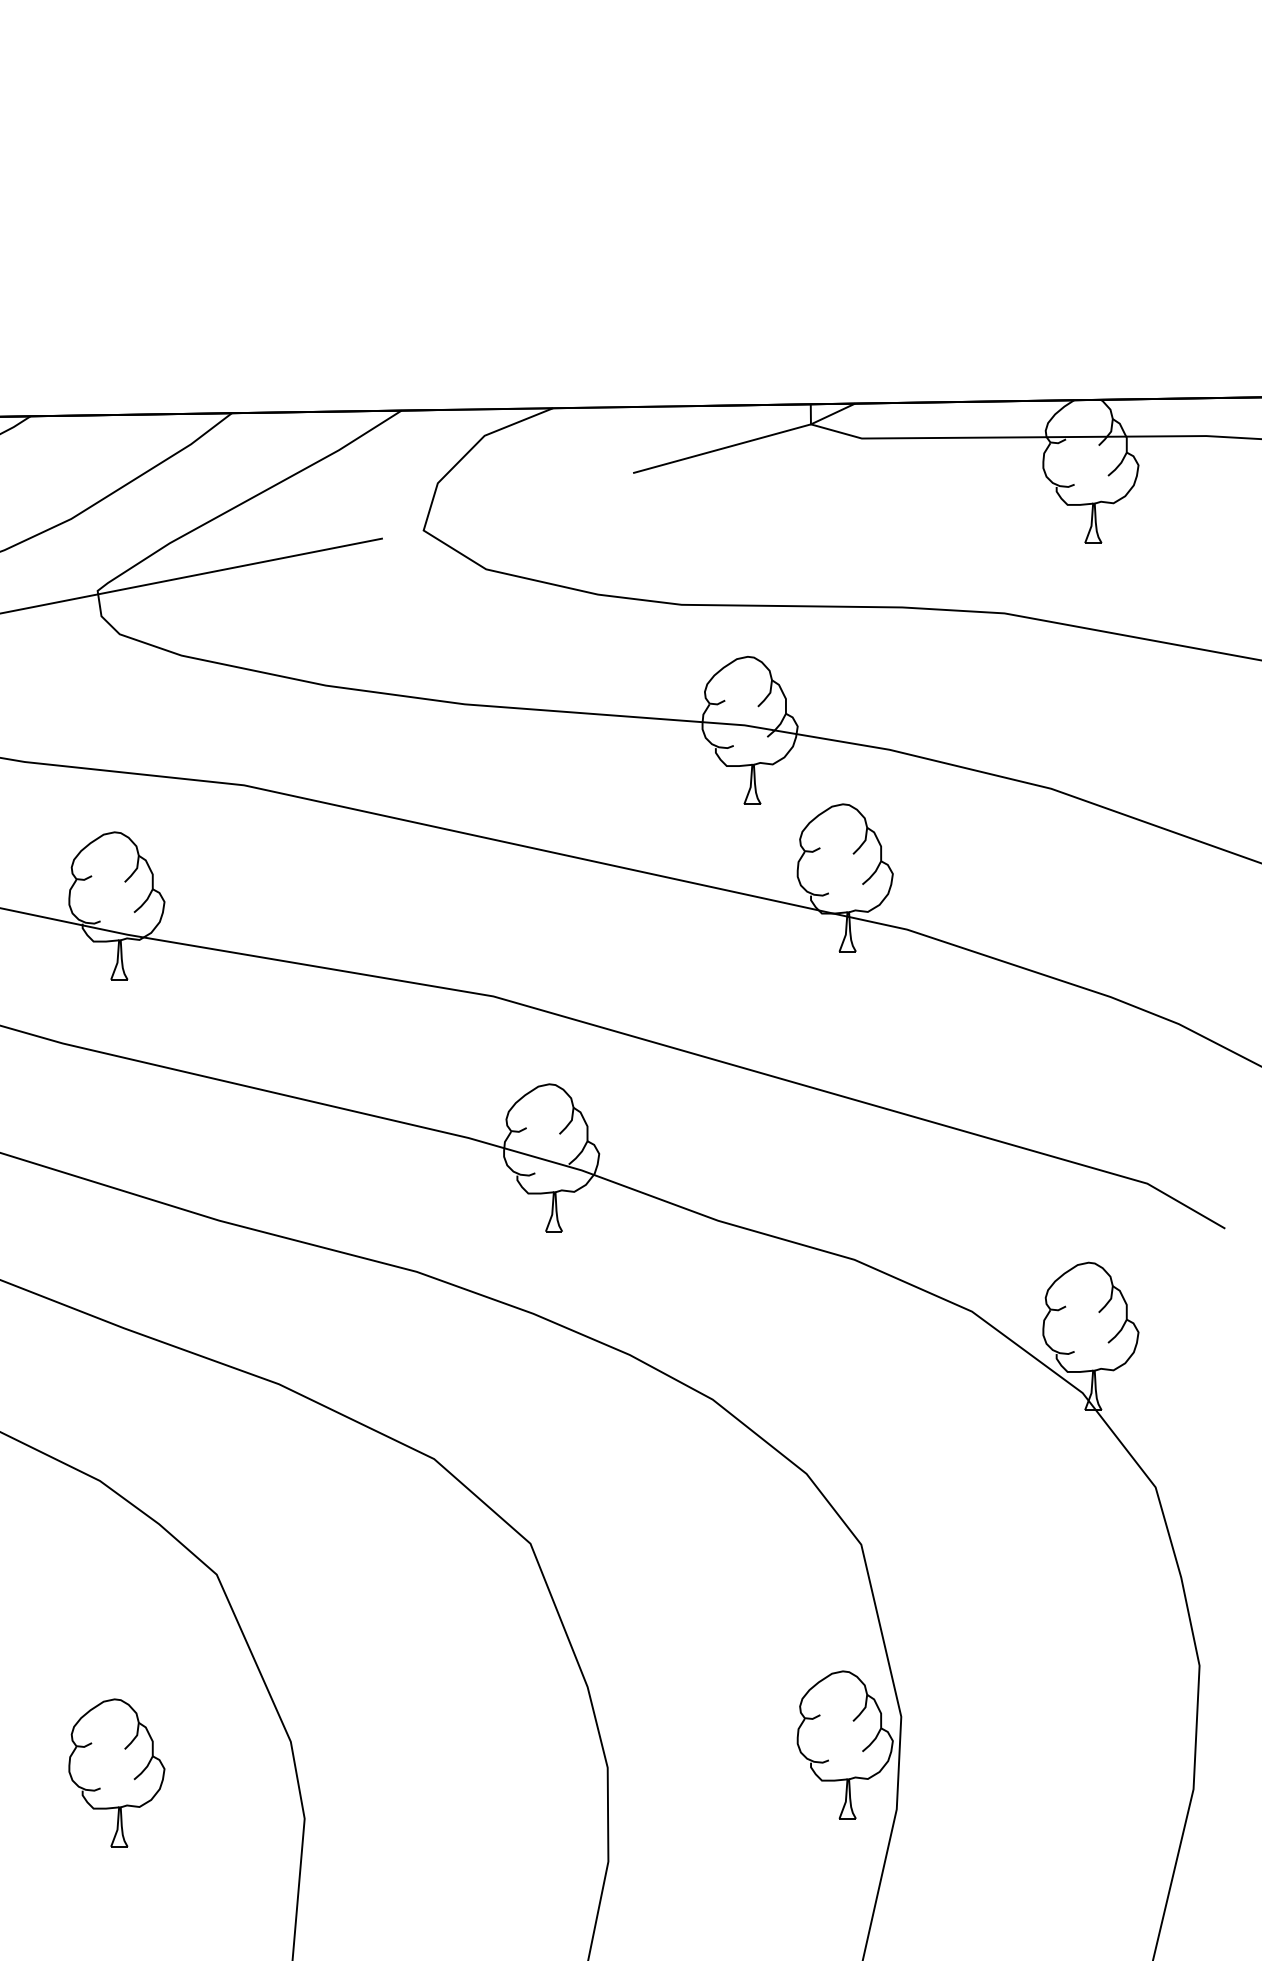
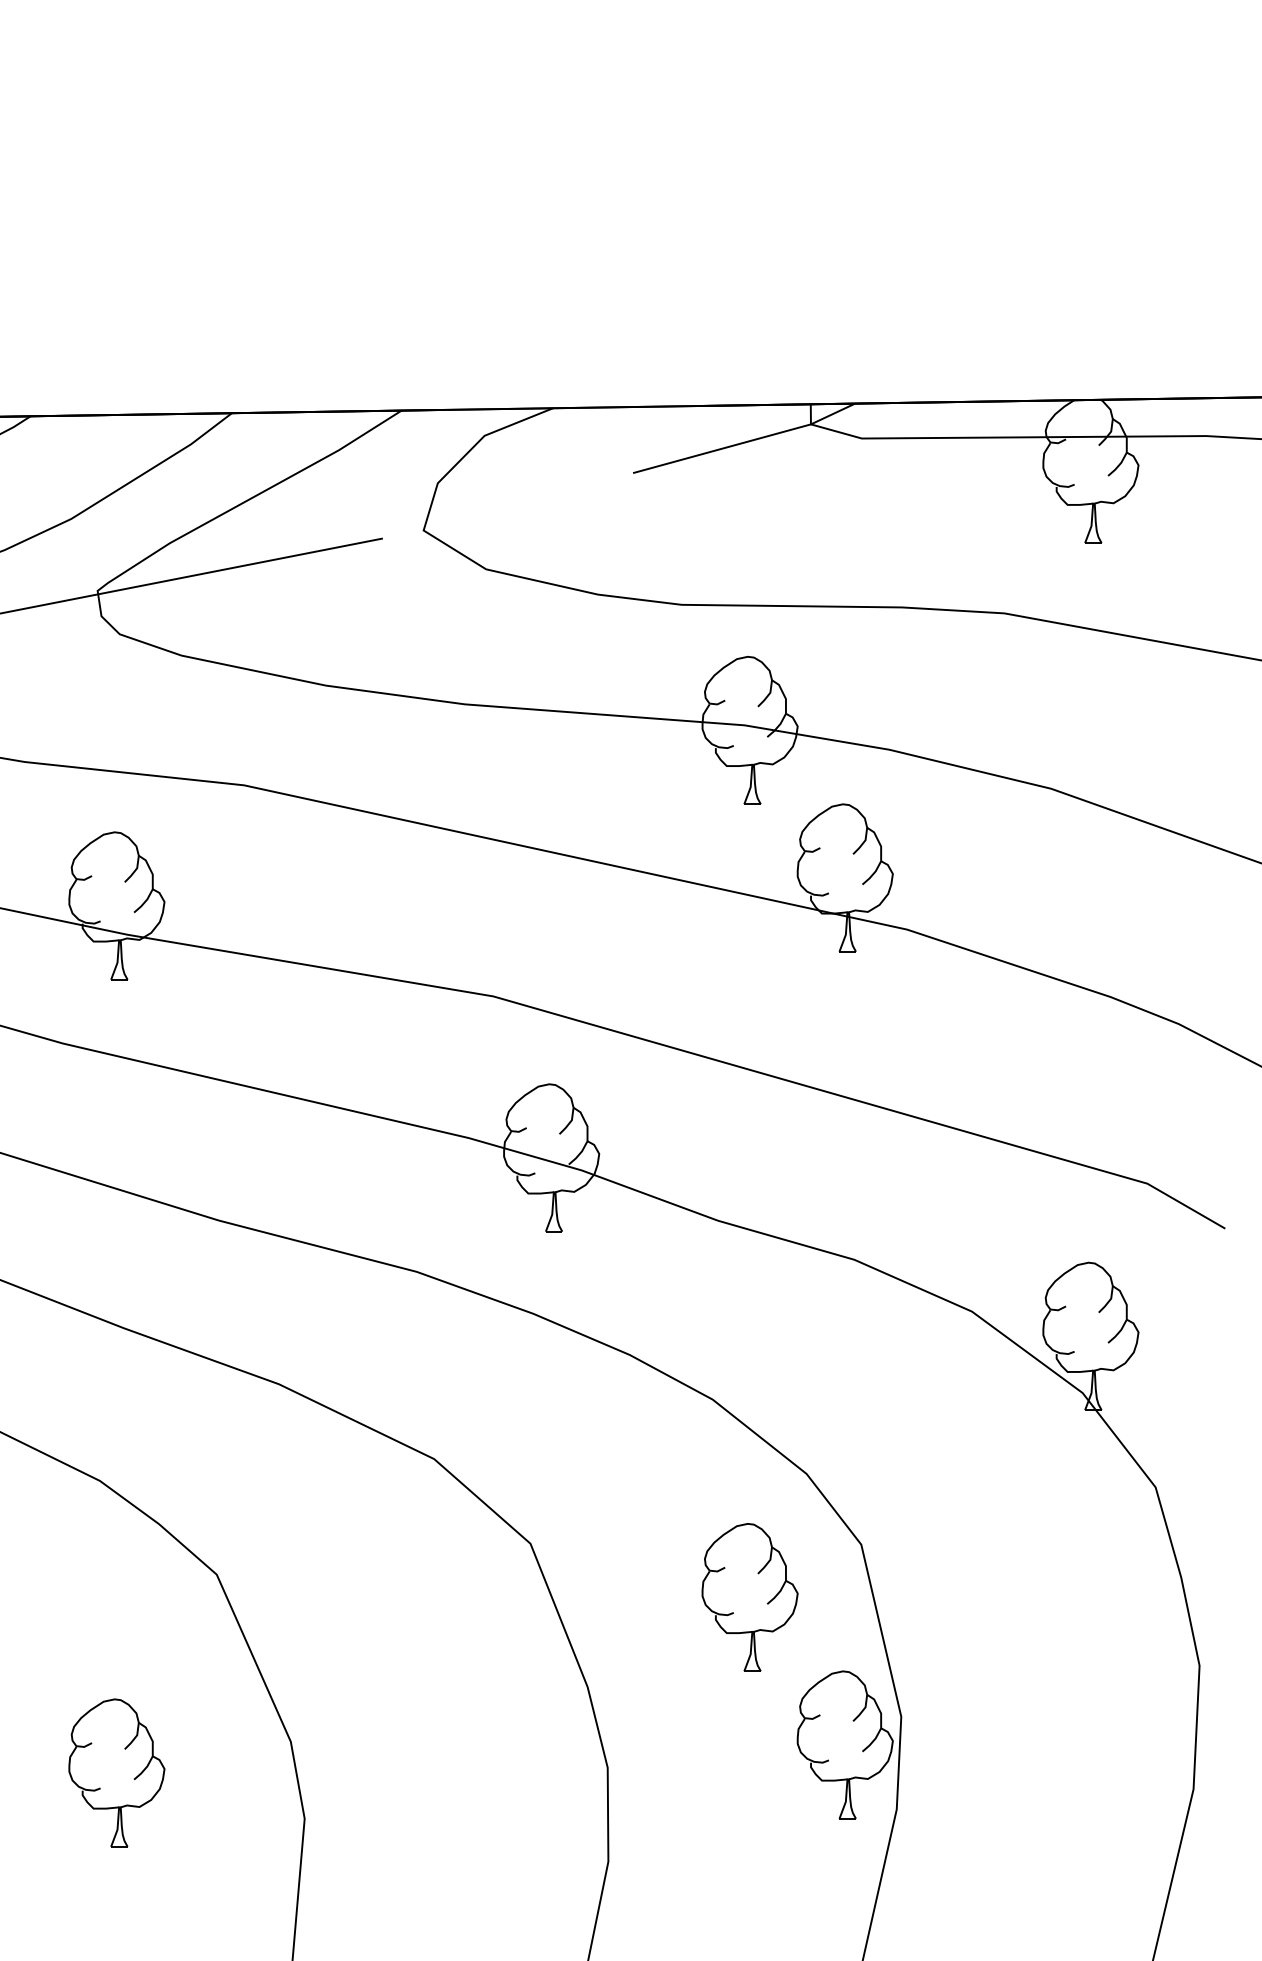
part at (749, 1597): none -> present
